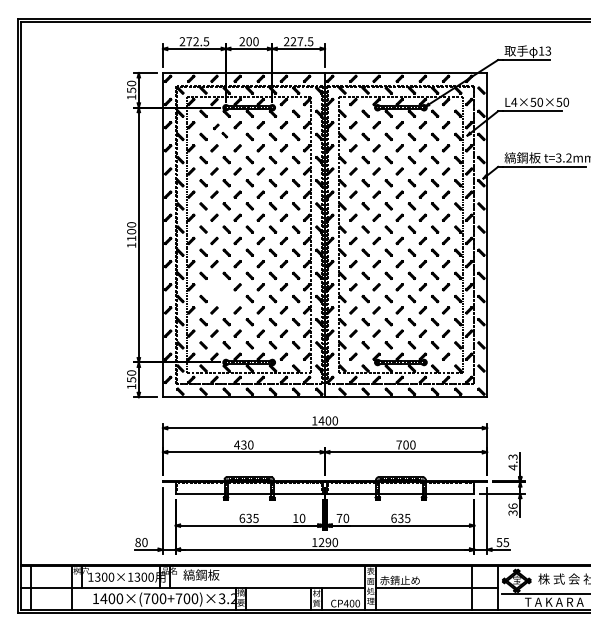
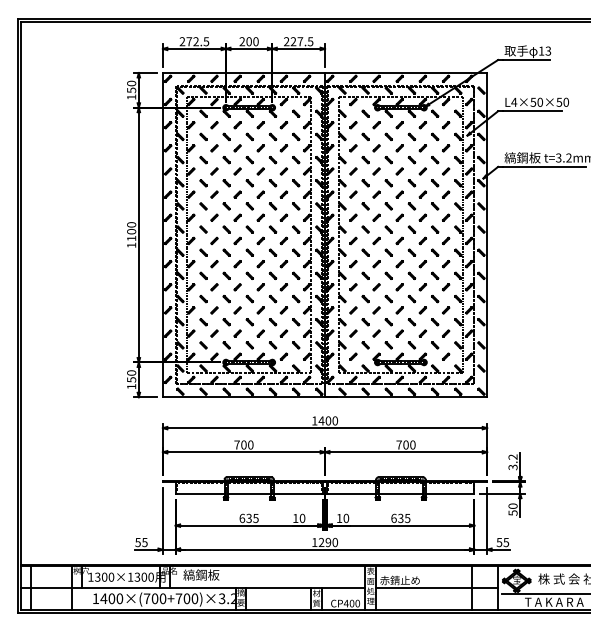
part at (220, 130) size: 15x16 px -> 21x20 px
part at (220, 293): none -> present
text at (240, 444): 430 -> 700
text at (512, 462): 4.3 -> 3.2
text at (512, 509): 36 -> 50
text at (339, 518): 70 -> 10
text at (141, 542): 80 -> 55
